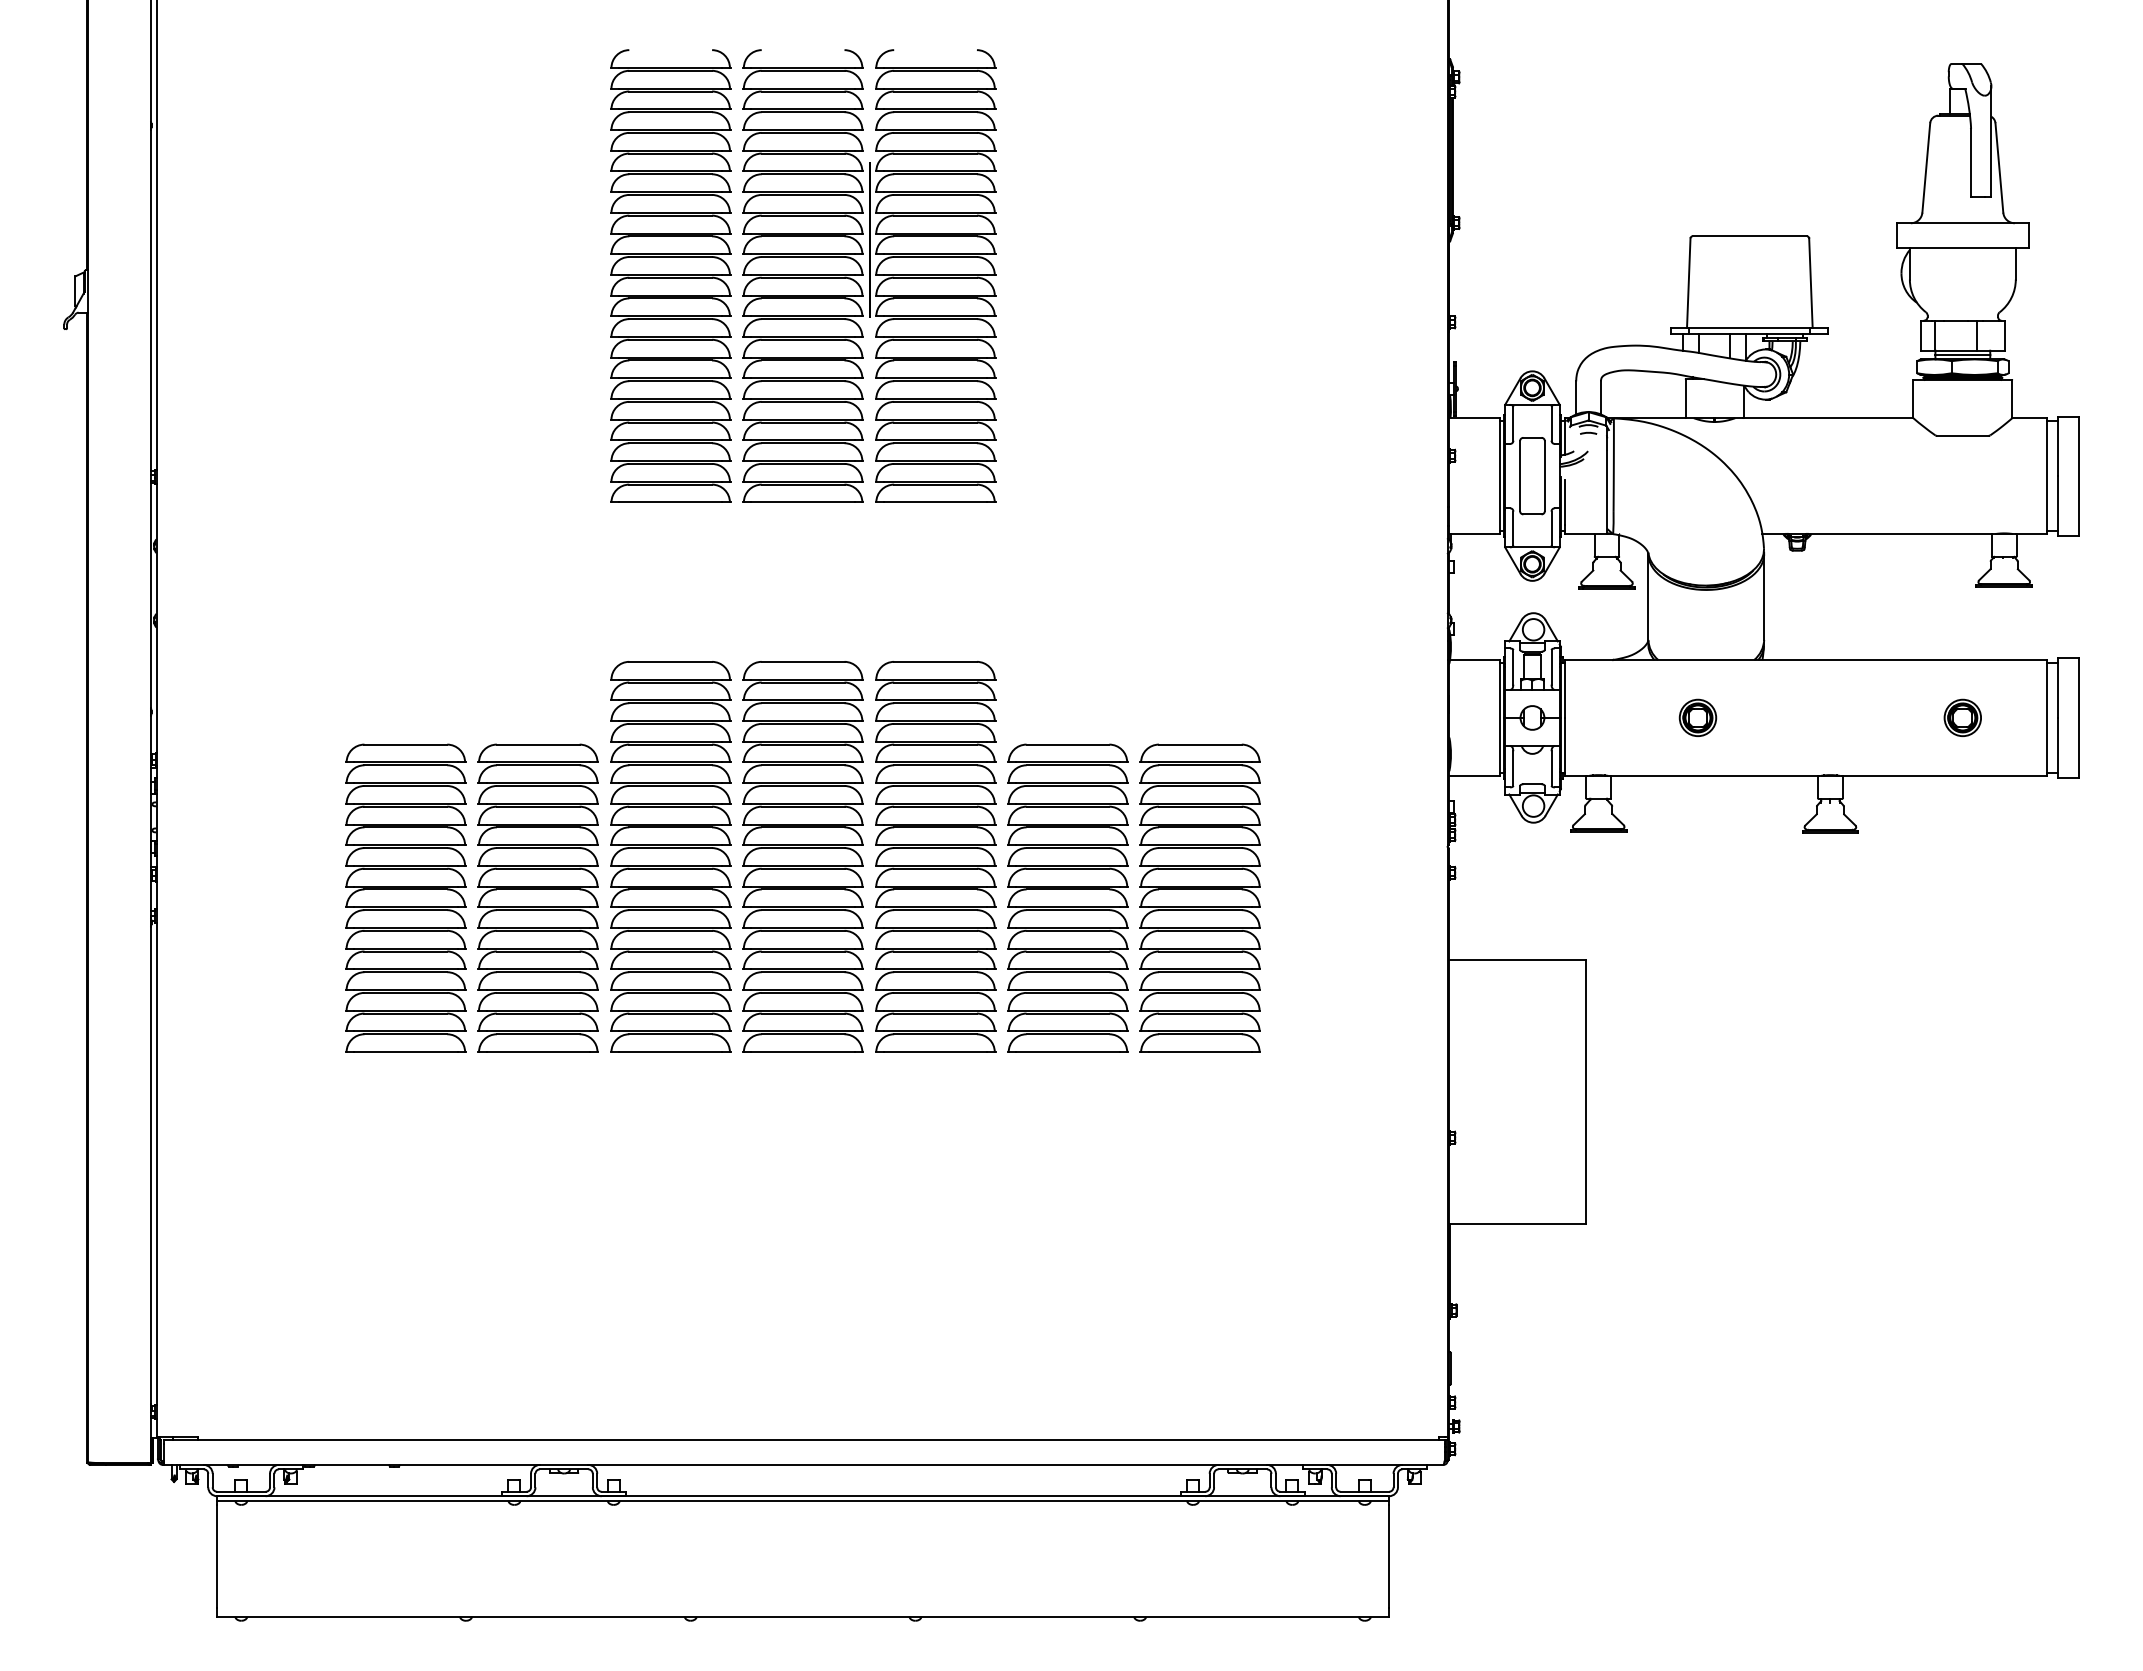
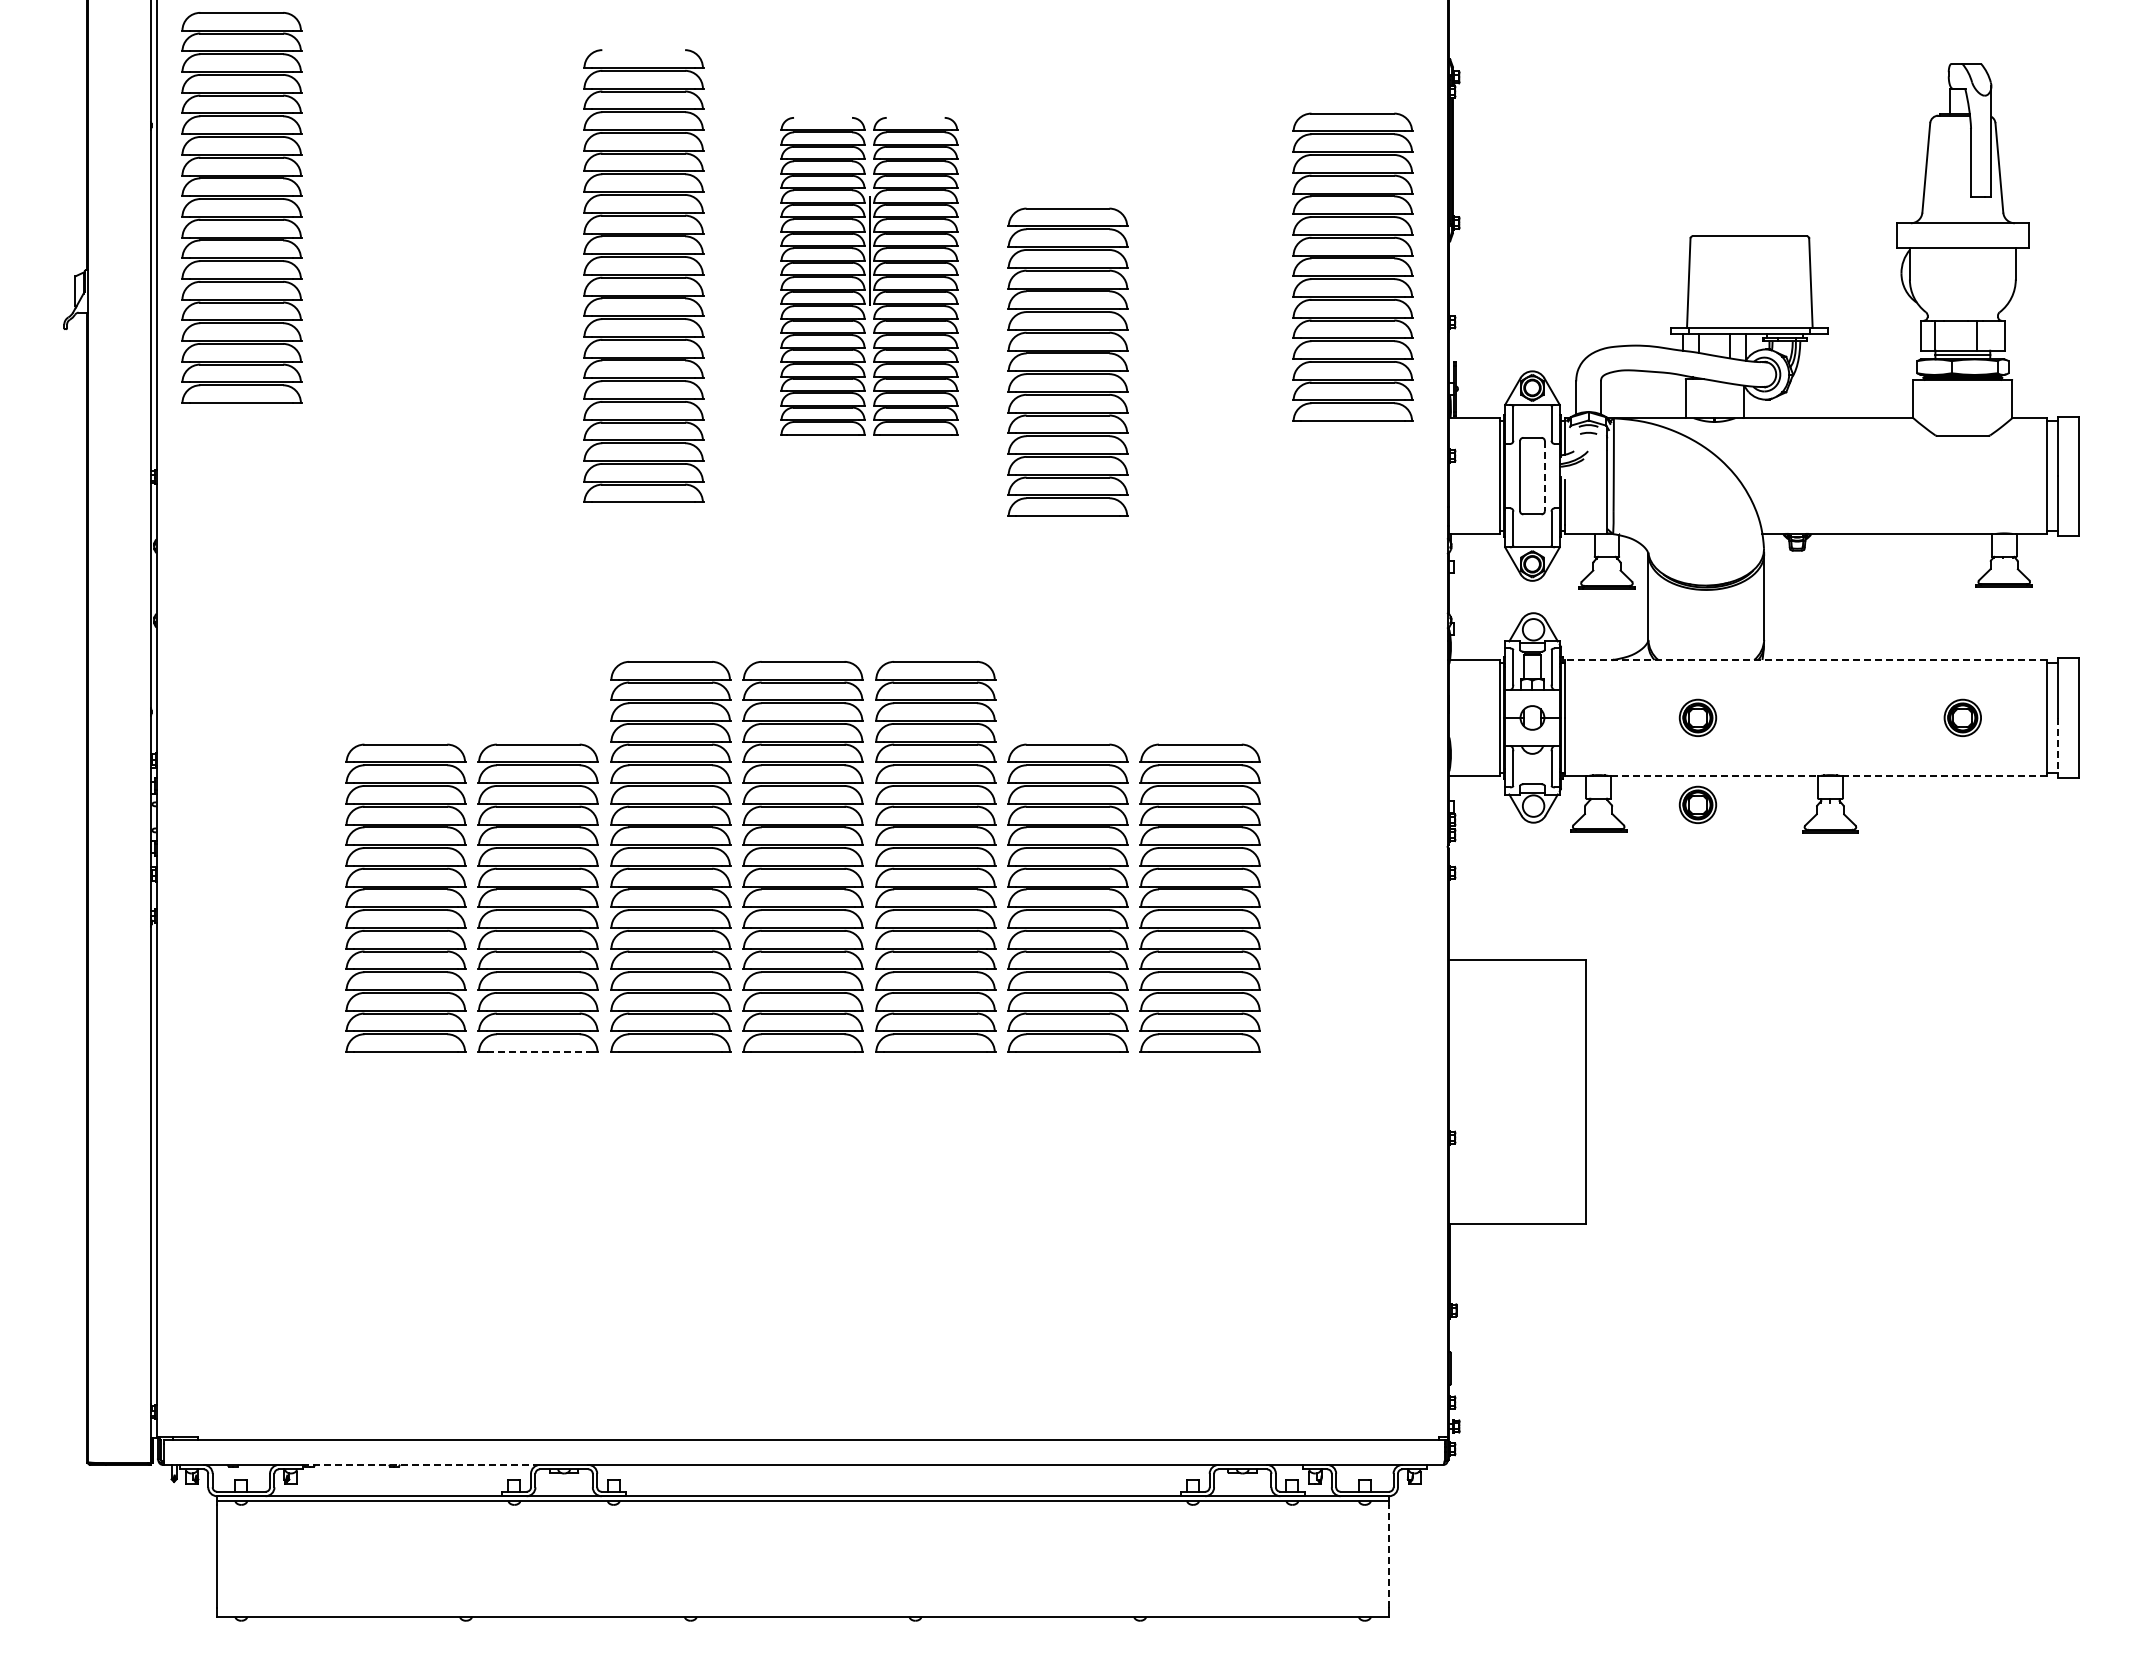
part at (241, 207): none -> present
part at (1352, 266): none -> present
part at (670, 275) position: (670, 275) -> (643, 275)
part at (869, 275) size: 255x454 px -> 179x319 px
part at (1067, 361): none -> present
line at (1544, 476): solid -> dashed
line at (1805, 660): solid -> dashed
line at (2058, 747): solid -> dashed
line at (1714, 775): solid -> dashed
line at (1944, 775): solid -> dashed
part at (1697, 804): none -> present
line at (538, 1052): solid -> dashed
line at (421, 1464): solid -> dashed
line at (1389, 1555): solid -> dashed
